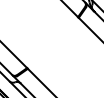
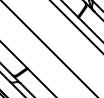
line at (75, 26): none -> present
line at (48, 48): none -> present
